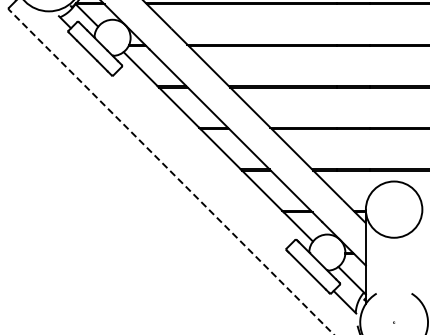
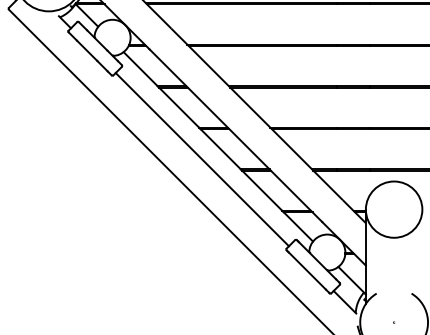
line at (201, 159): none -> present
line at (171, 172): dashed -> solid
